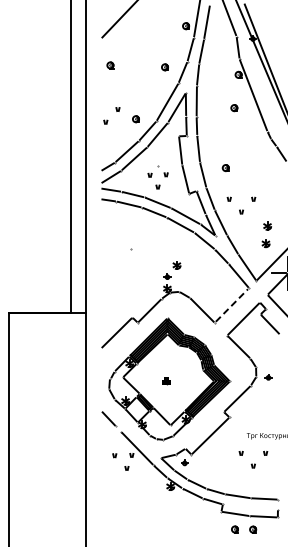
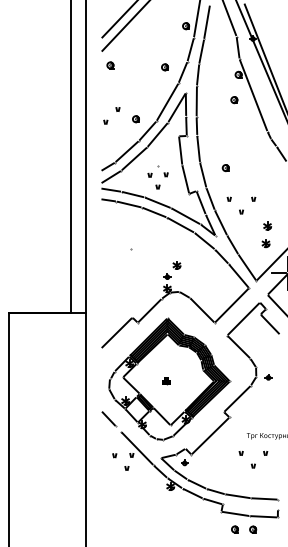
line at (125, 26): none -> present
part at (234, 108) position: (234, 108) -> (234, 100)
line at (231, 305): dashed -> solid
